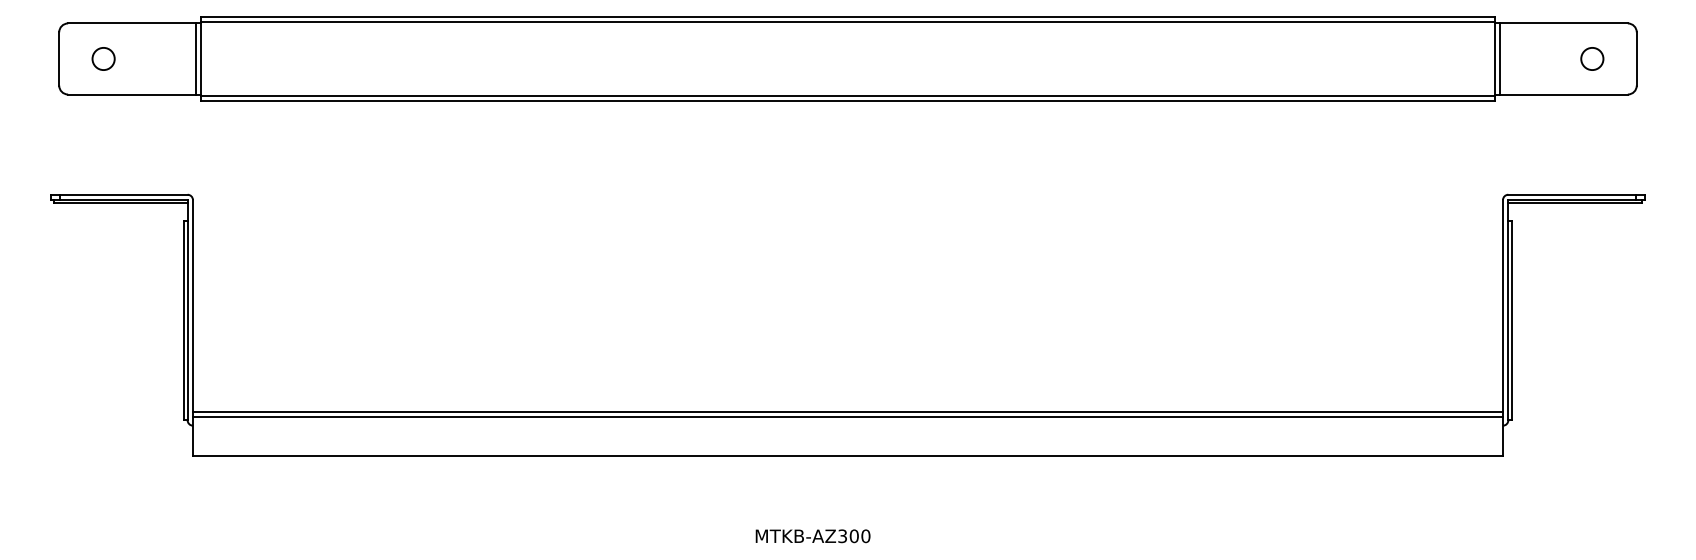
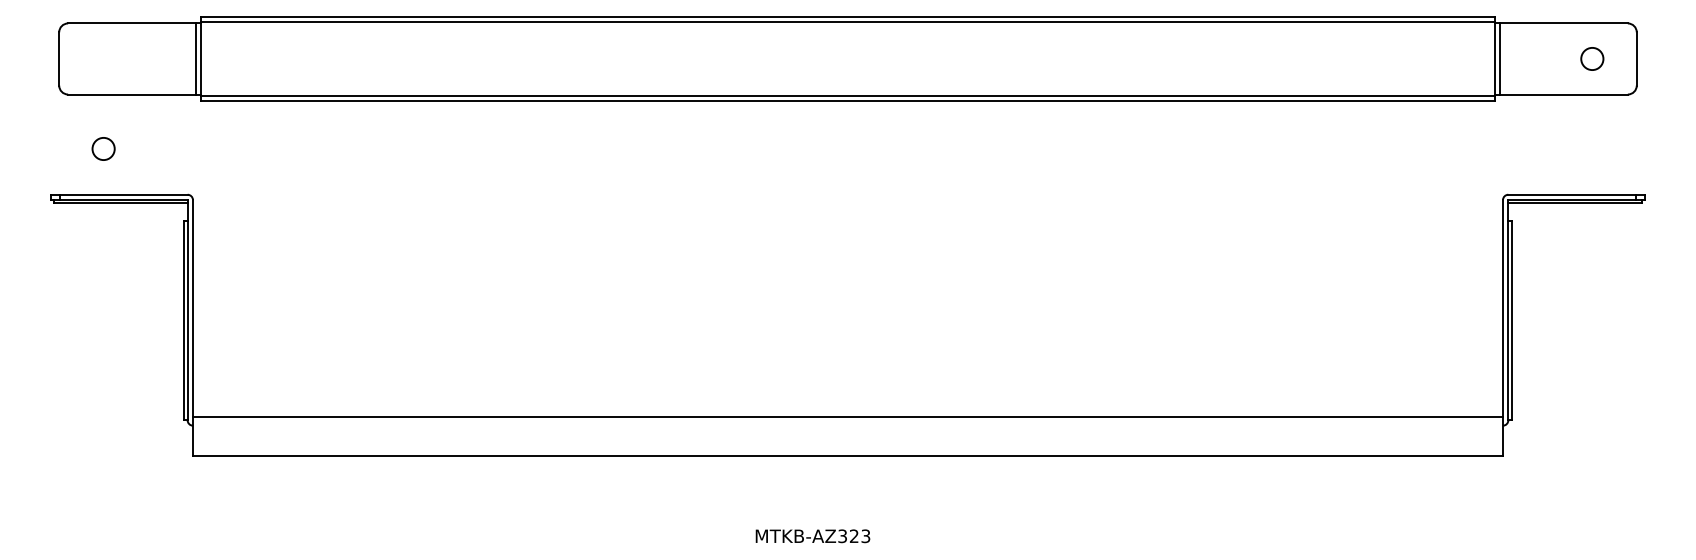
circle at (103, 58) position: (103, 58) -> (103, 148)
line at (847, 411): present -> none
text at (859, 536): MTKB-AZ300 -> MTKB-AZ323
